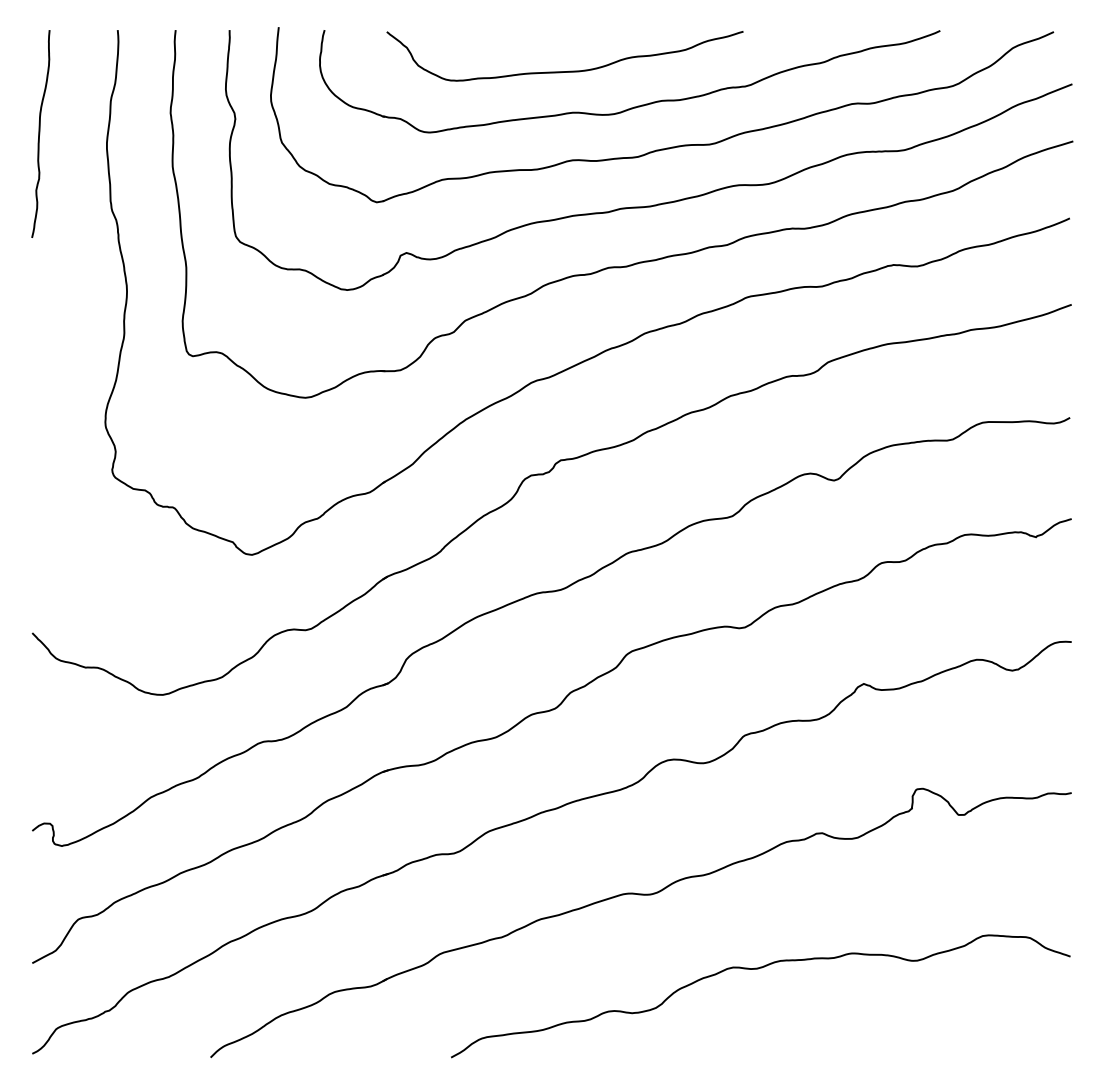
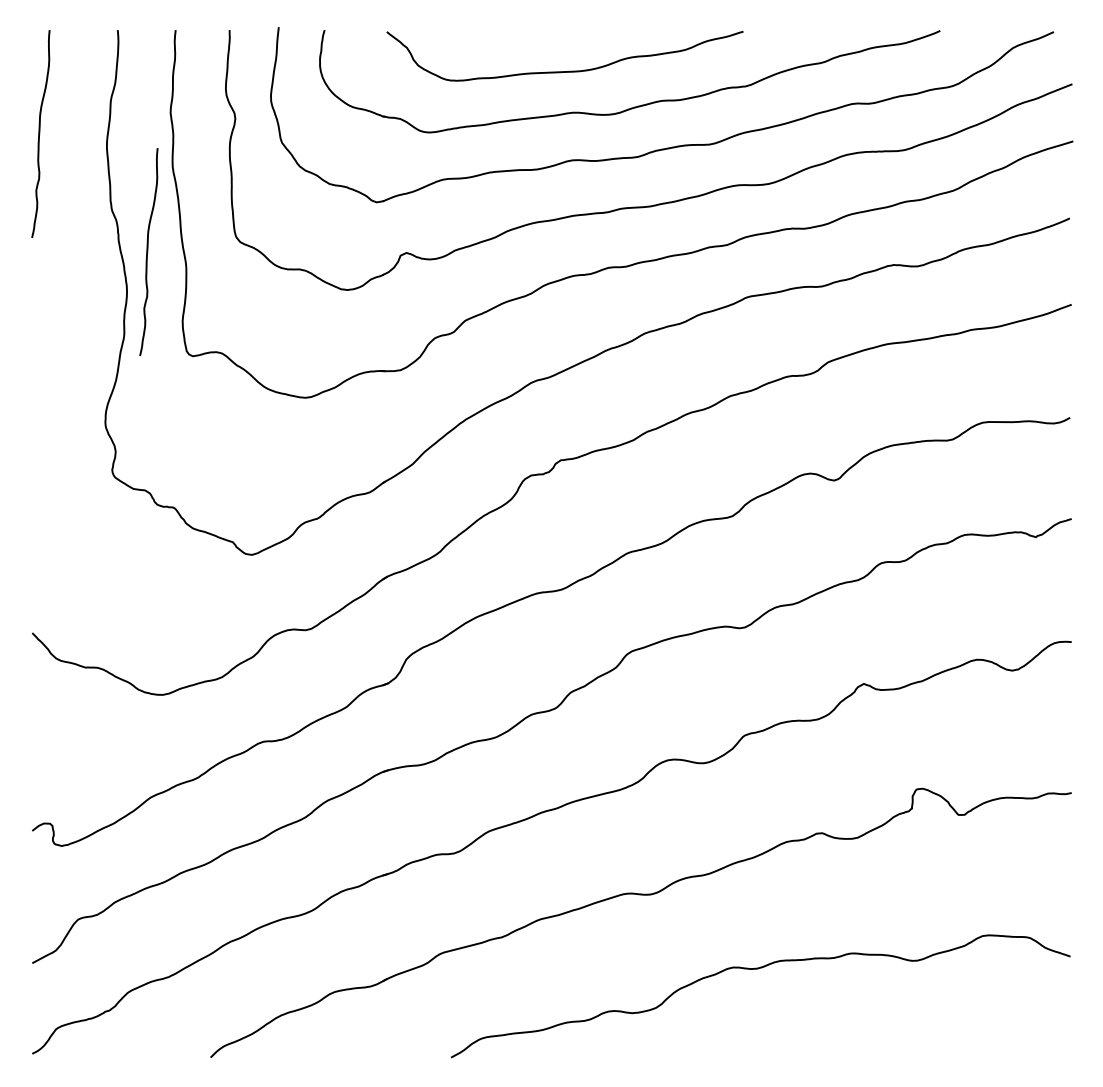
curve at (148, 251): none -> present
